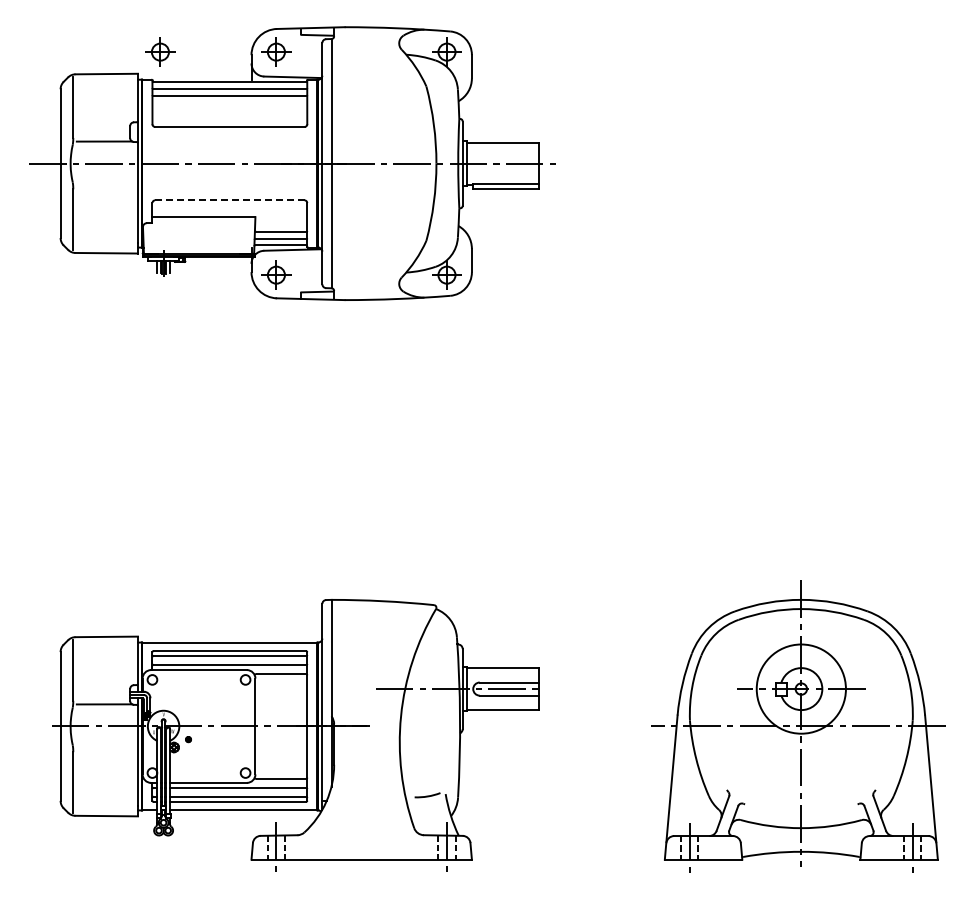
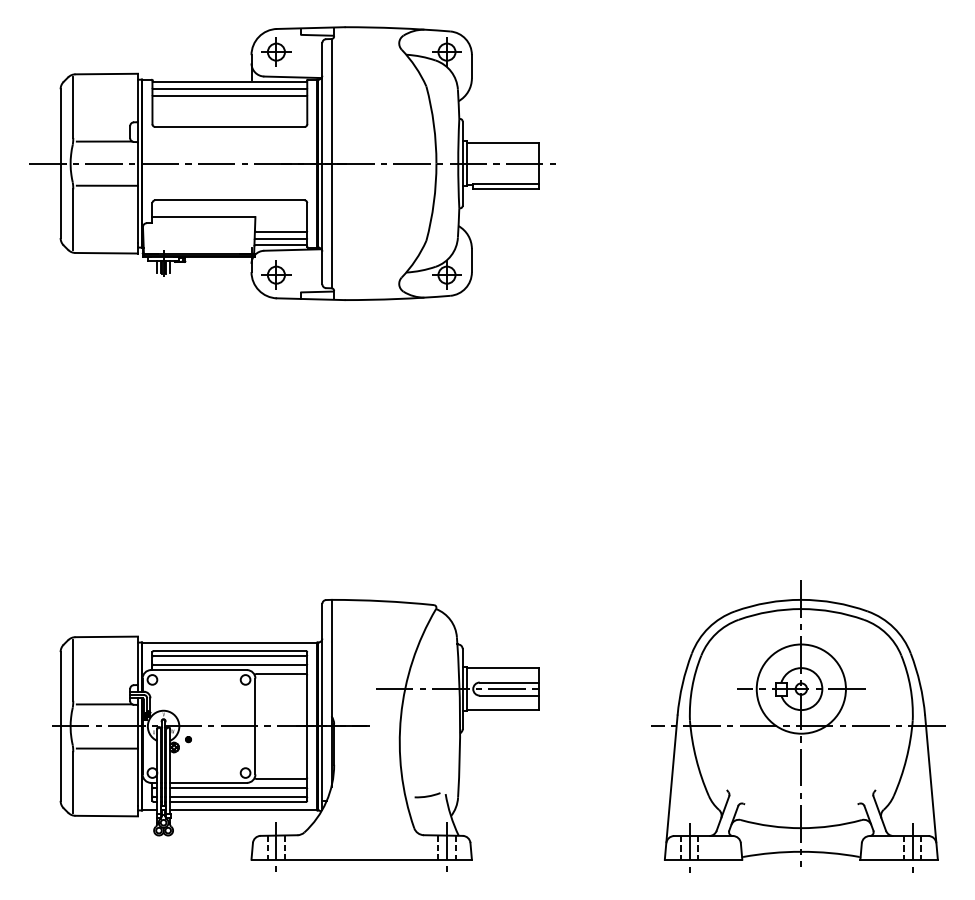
part at (160, 51): present -> none
line at (107, 185): none -> present
line at (229, 200): dashed -> solid
line at (107, 748): none -> present
